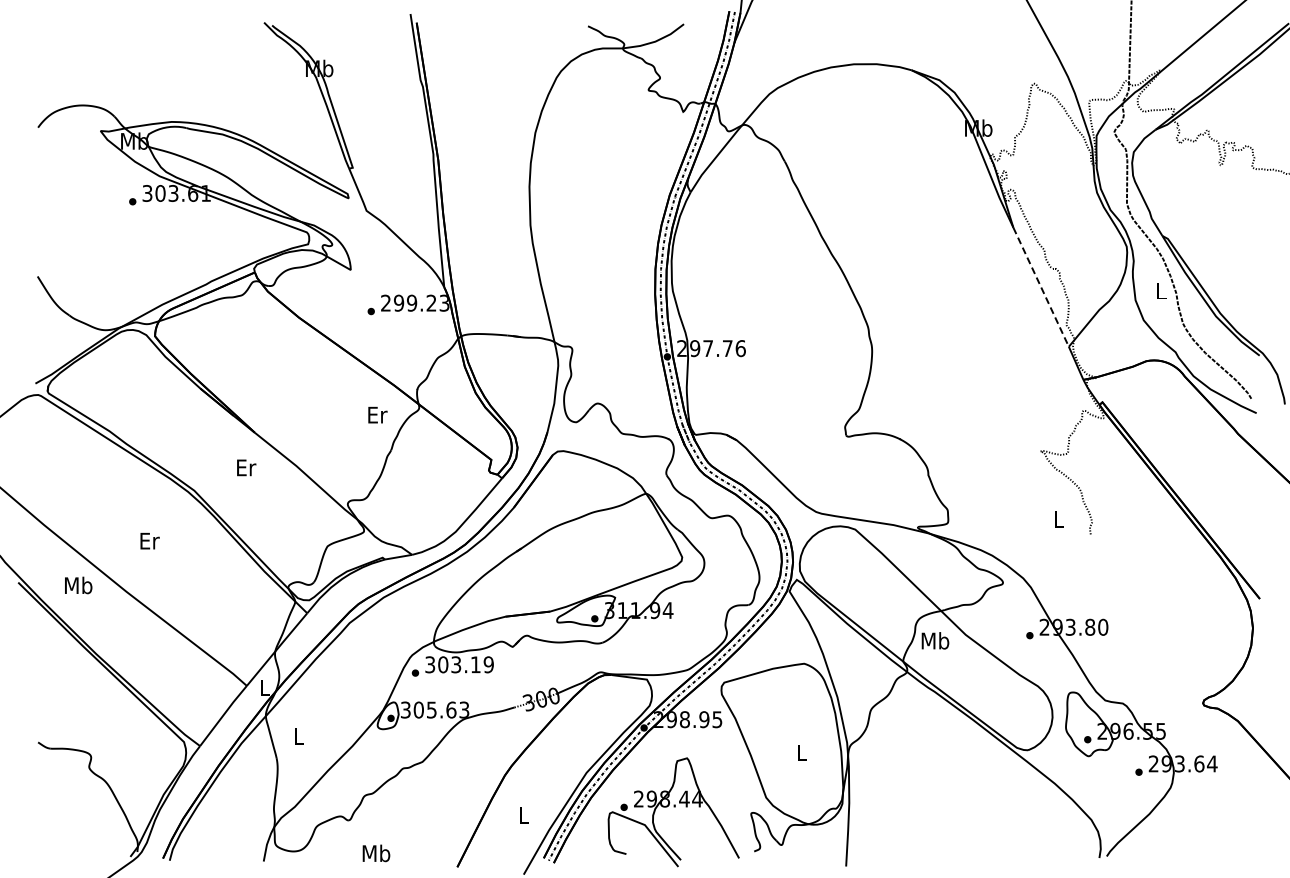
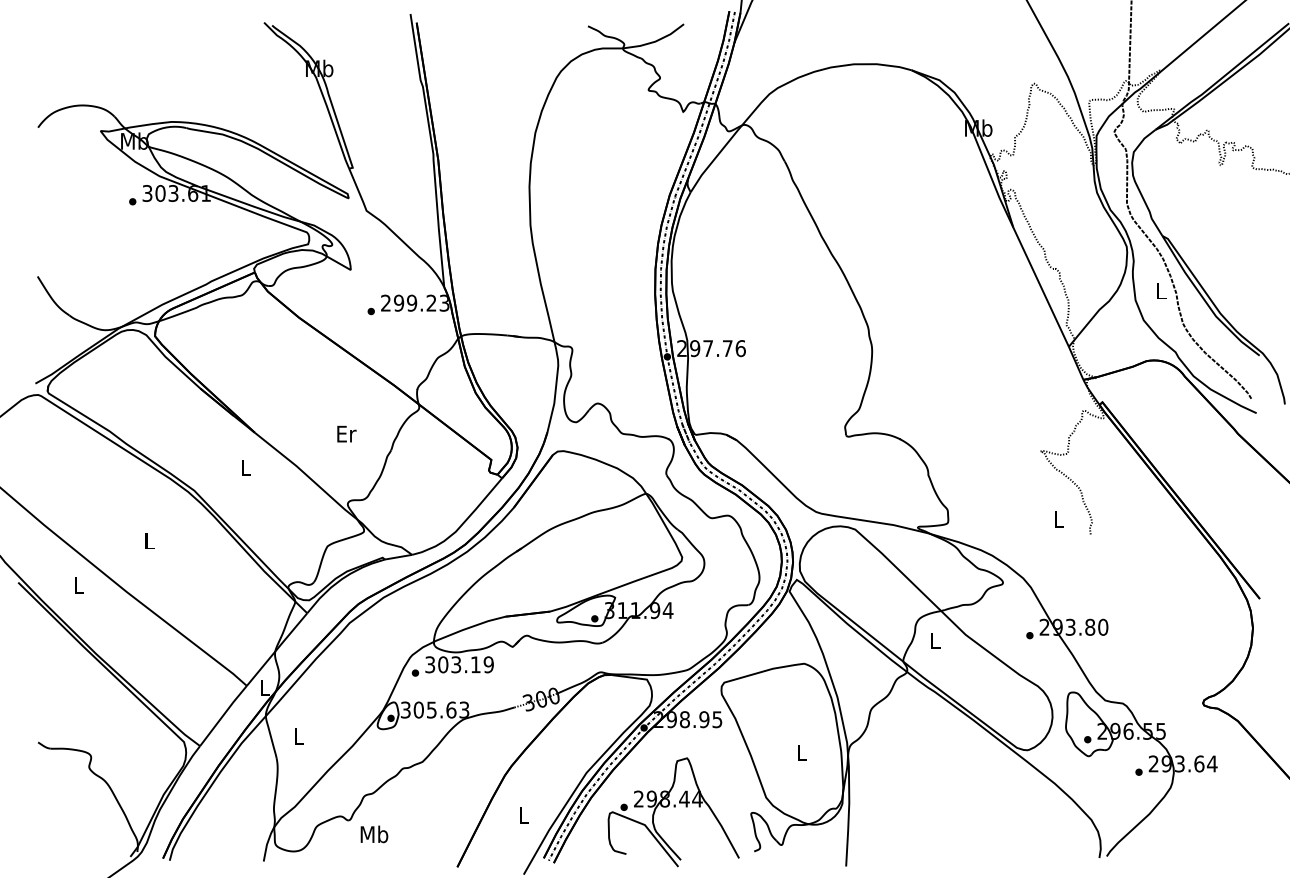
line at (1041, 287): dashed -> solid
text at (377, 414) position: (377, 414) -> (346, 433)
text at (246, 467): Er -> L
text at (149, 540): Er -> L
text at (78, 585): Mb -> L
text at (935, 640): Mb -> L
text at (376, 853) position: (376, 853) -> (374, 834)
